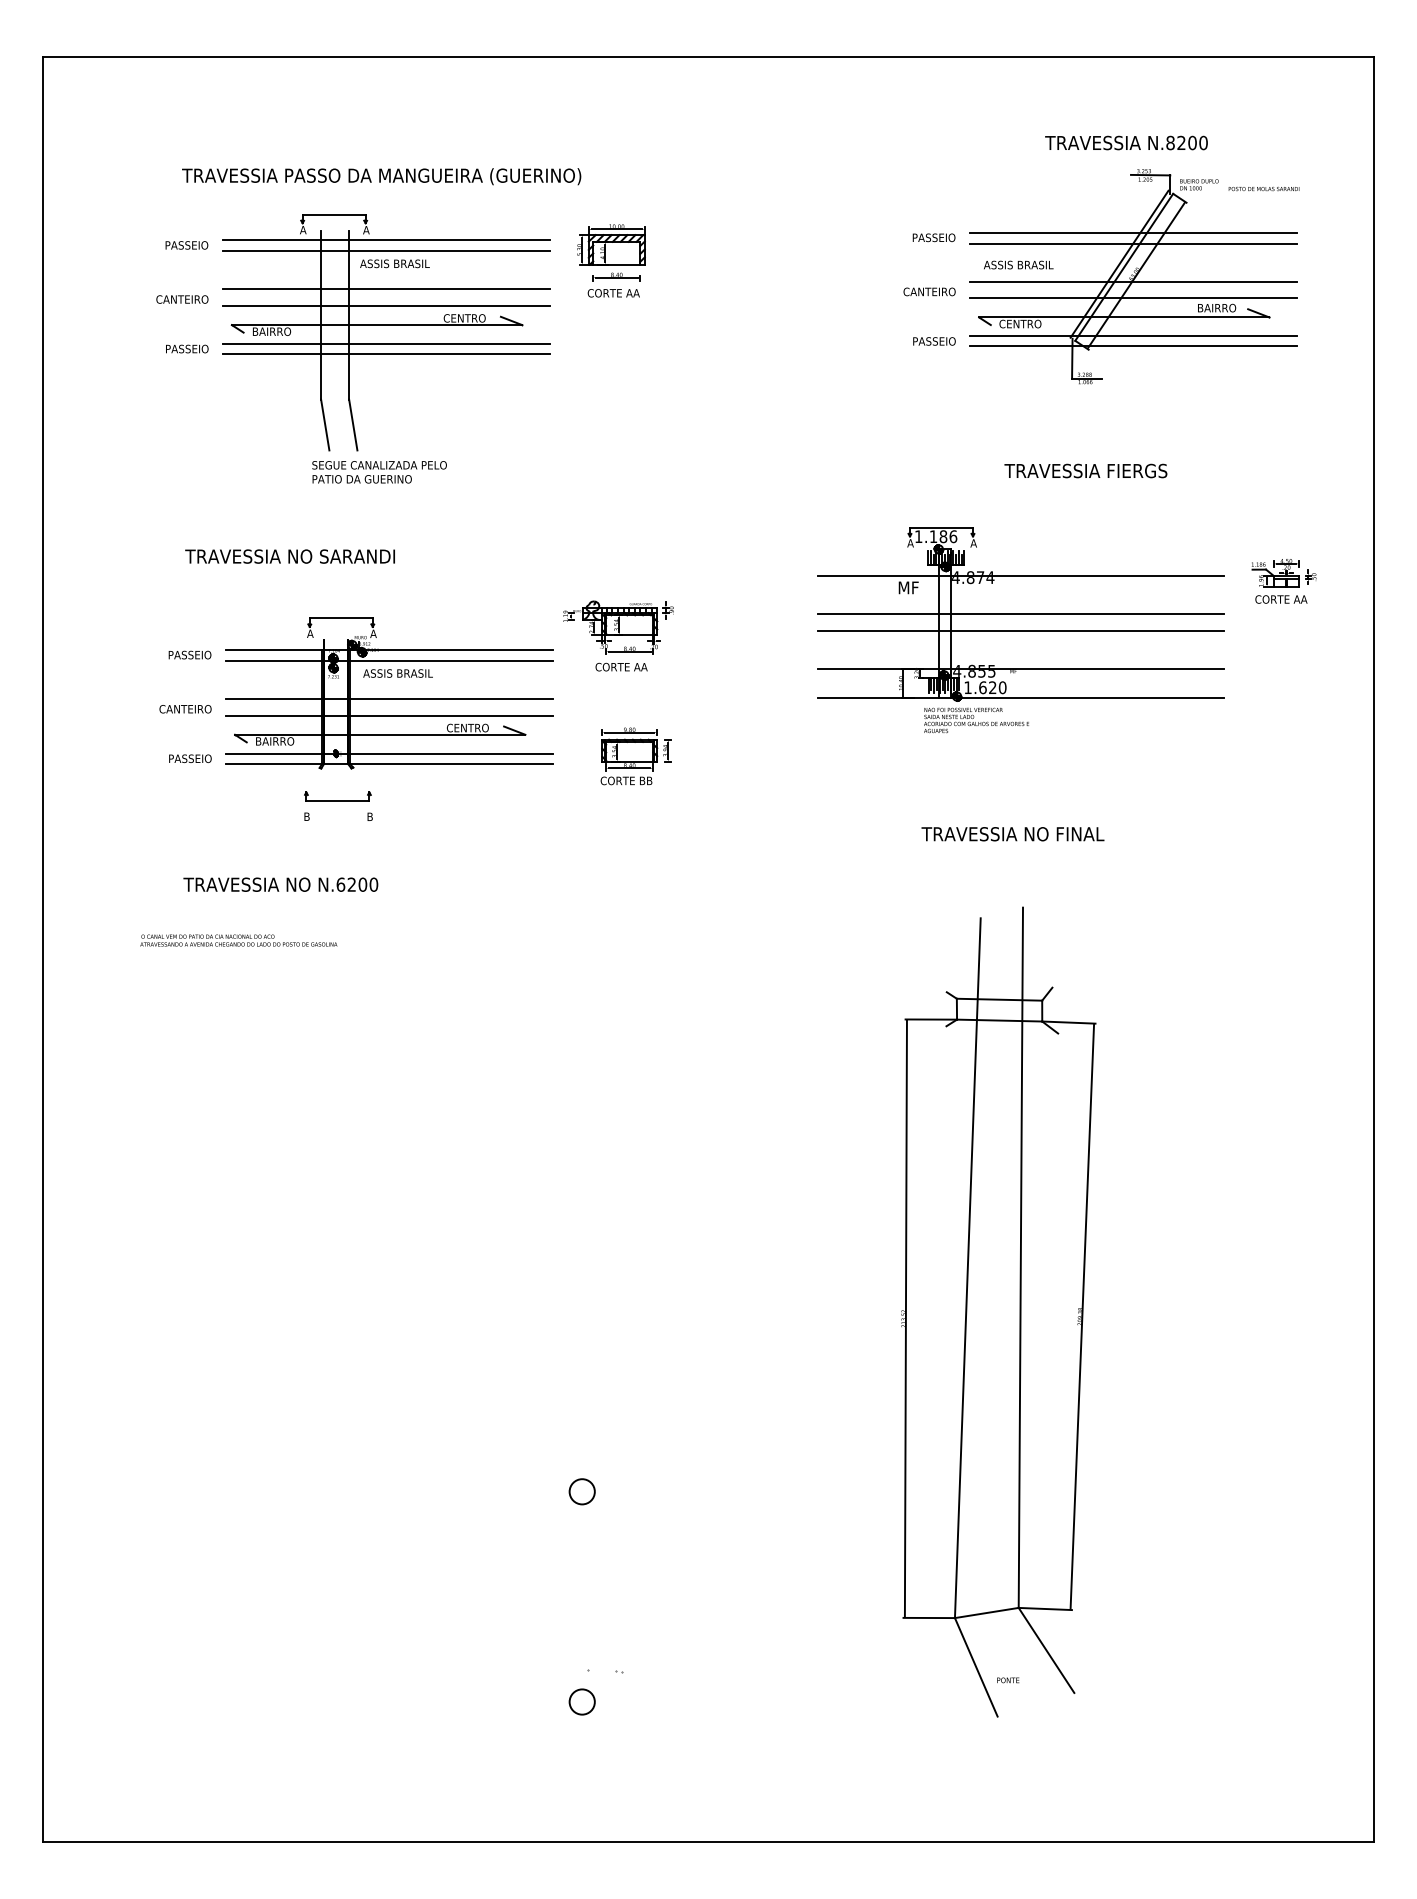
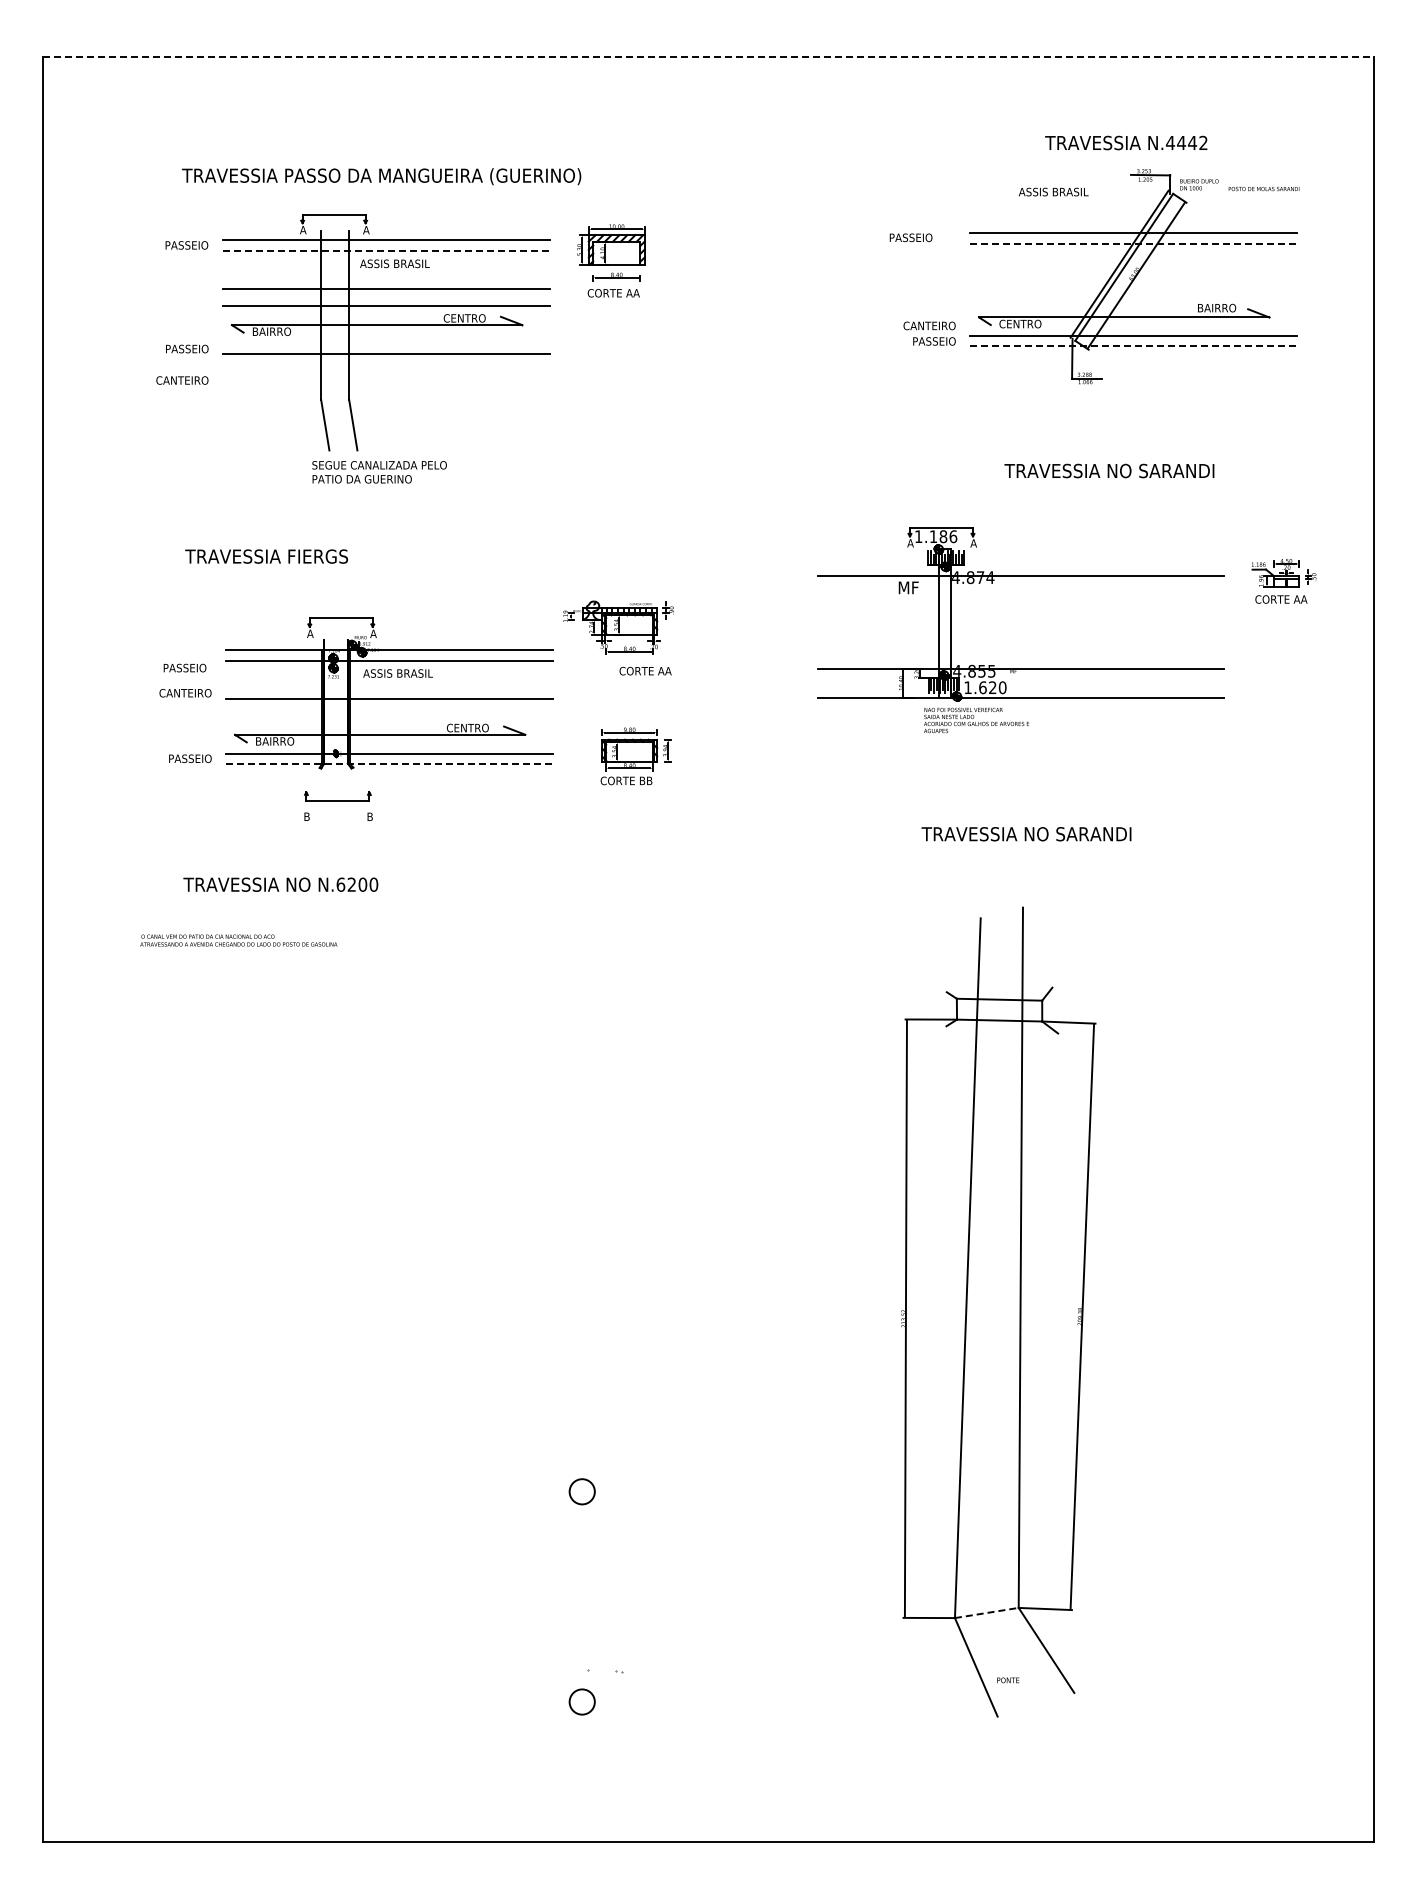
line at (708, 56): solid -> dashed
text at (1186, 142): N.8200 -> N.4442
text at (933, 237) position: (933, 237) -> (910, 237)
line at (1133, 243): solid -> dashed
line at (386, 251): solid -> dashed
text at (1018, 264) position: (1018, 264) -> (1053, 191)
line at (1133, 281): present -> none
text at (929, 291) position: (929, 291) -> (929, 325)
line at (1133, 298): present -> none
text at (182, 299) position: (182, 299) -> (182, 380)
line at (386, 343): present -> none
line at (1133, 346): solid -> dashed
text at (1161, 470): TRAVESSIA FIERGS -> TRAVESSIA NO SARANDI
text at (342, 556): TRAVESSIA NO SARANDI -> TRAVESSIA FIERGS
line at (1020, 613): present -> none
line at (1020, 631): present -> none
text at (189, 654) position: (189, 654) -> (184, 667)
text at (621, 666) position: (621, 666) -> (645, 670)
text at (185, 709) position: (185, 709) -> (185, 693)
line at (389, 715): present -> none
line at (389, 763): solid -> dashed
text at (1093, 834): TRAVESSIA NO FINAL -> TRAVESSIA NO SARANDI
line at (987, 1612): solid -> dashed
